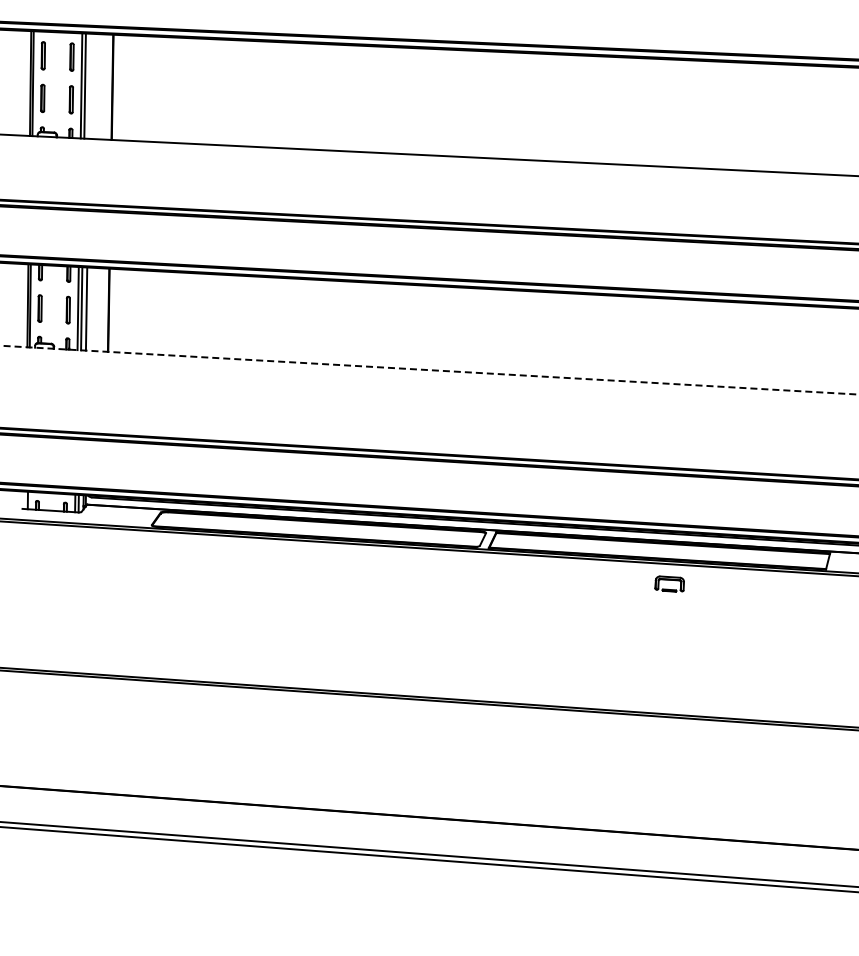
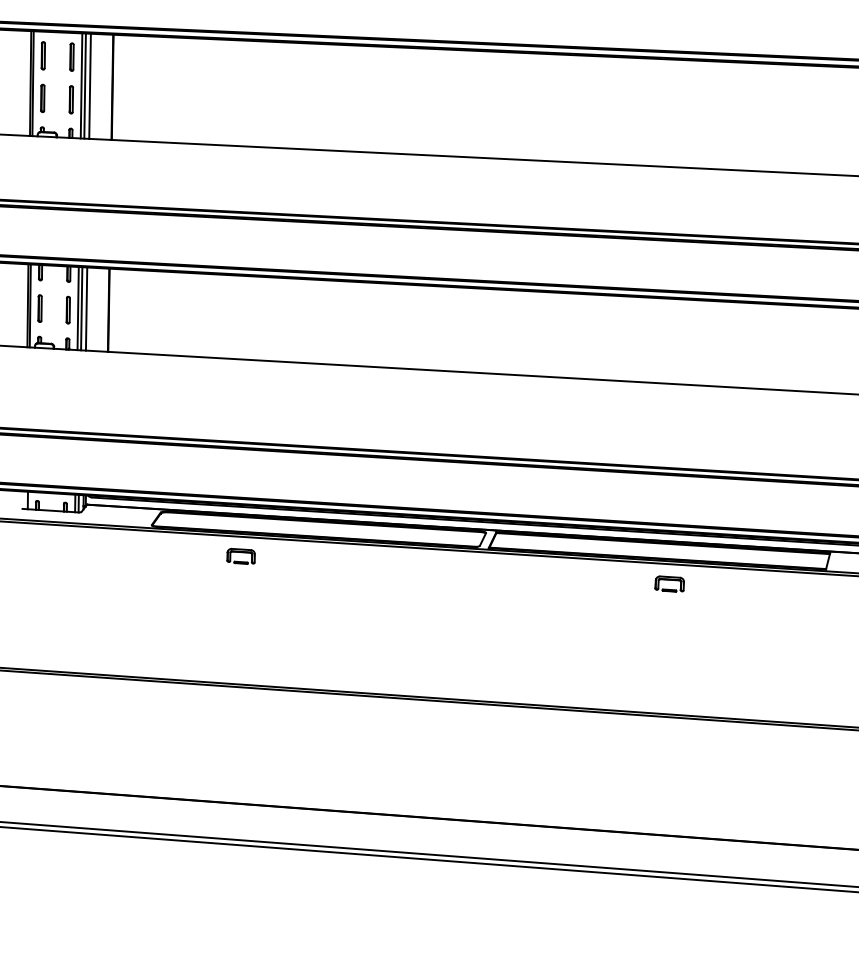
line at (89, 85): none -> present
line at (429, 370): dashed -> solid
part at (240, 555): none -> present
